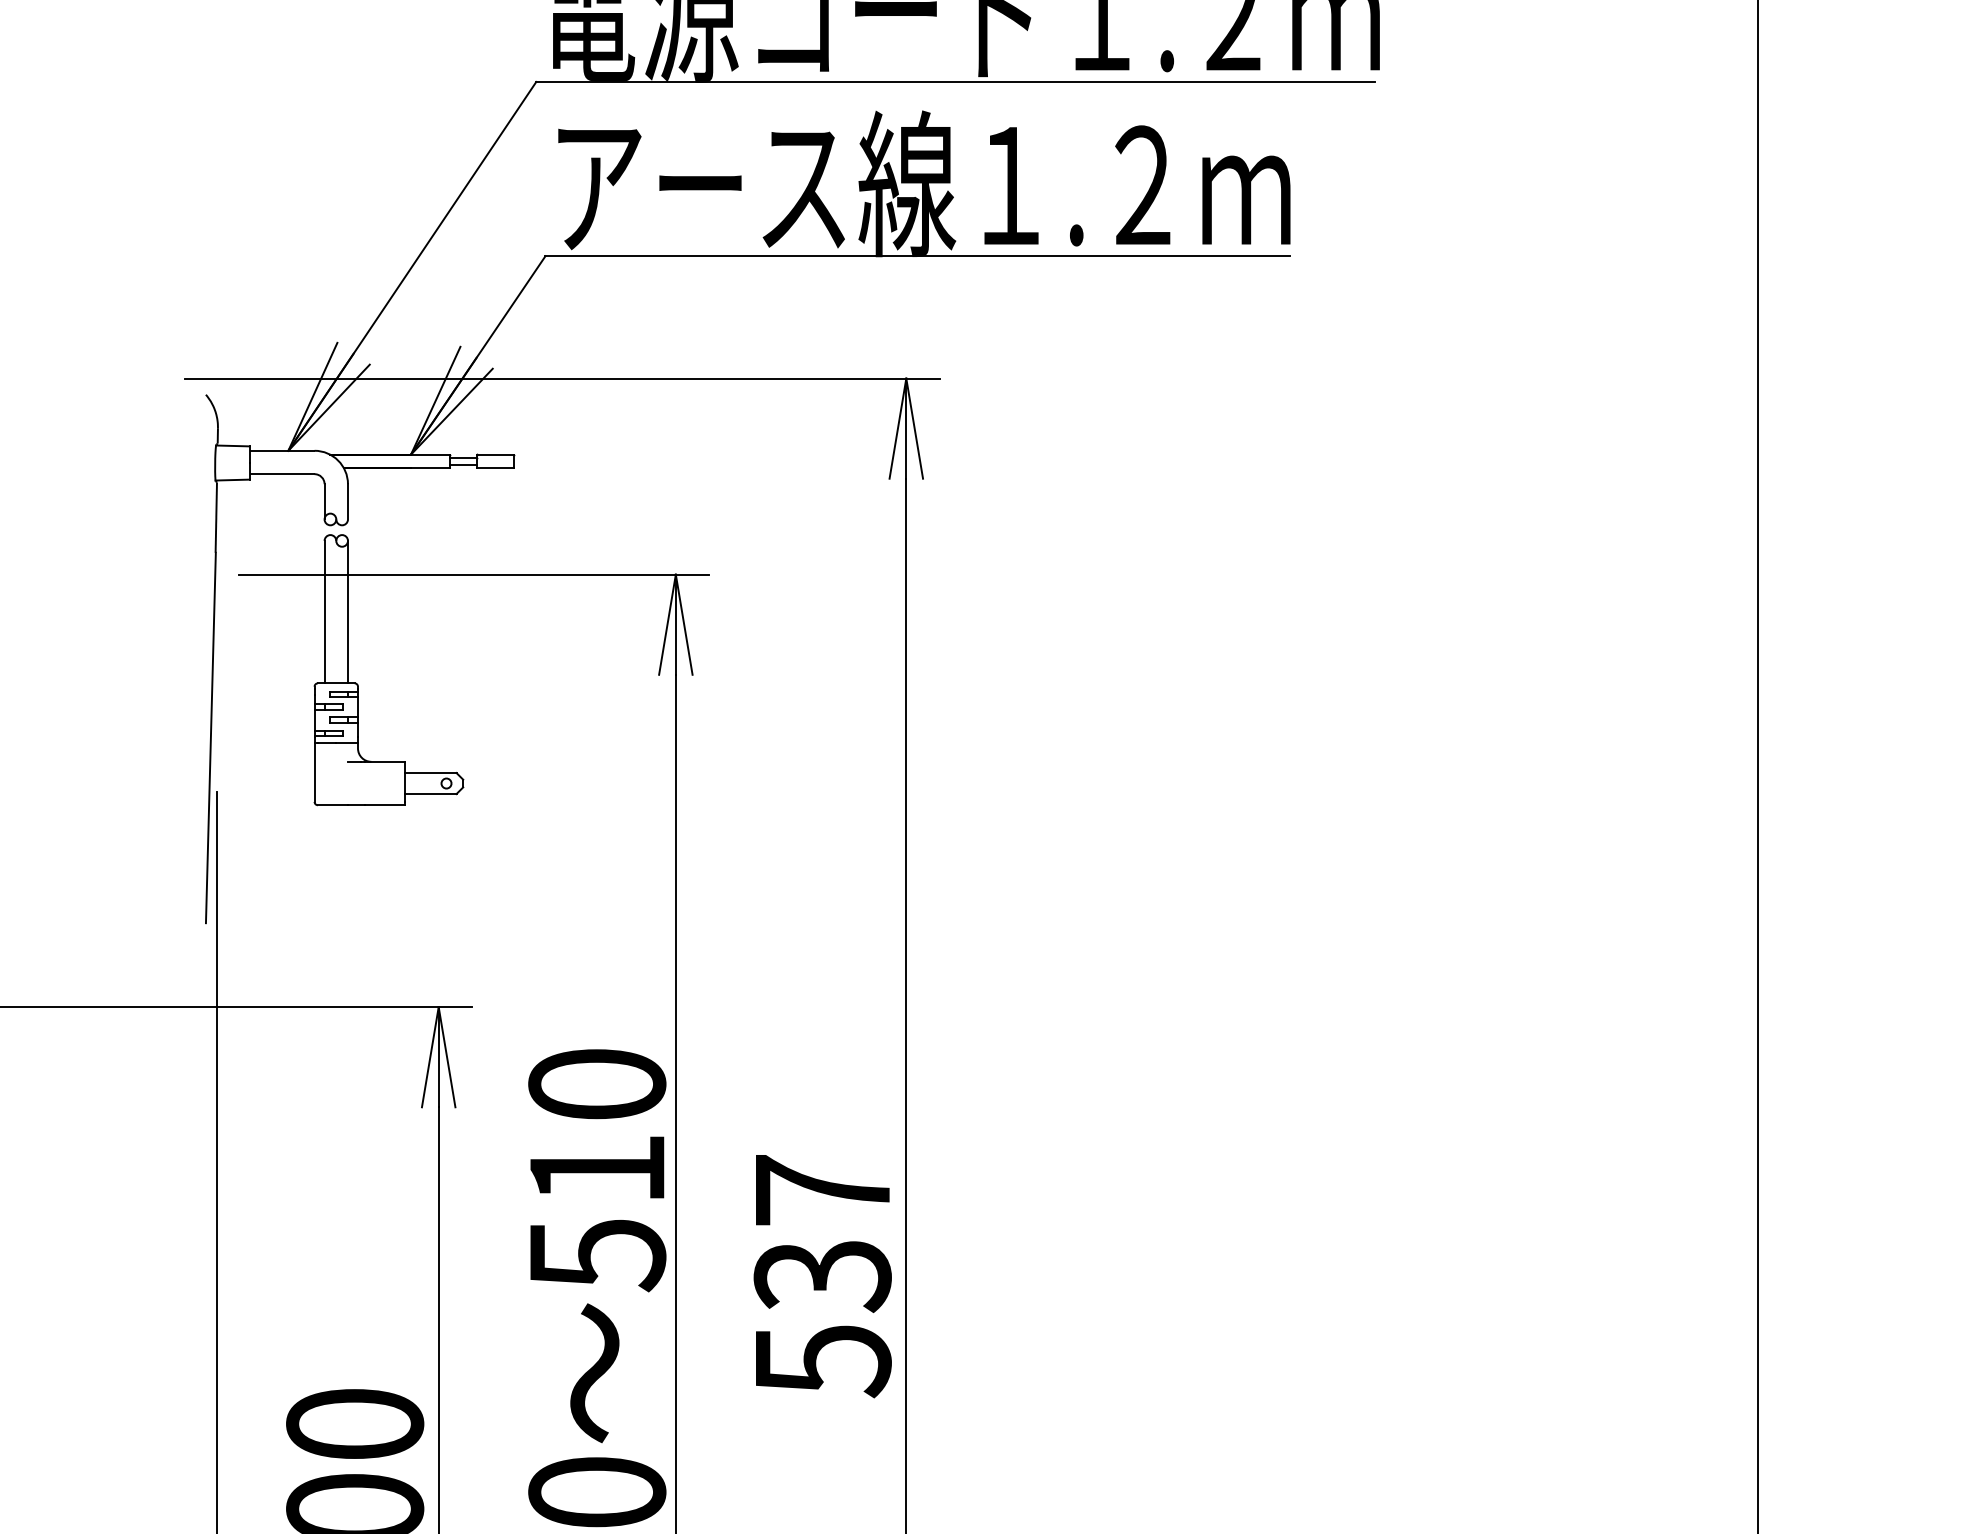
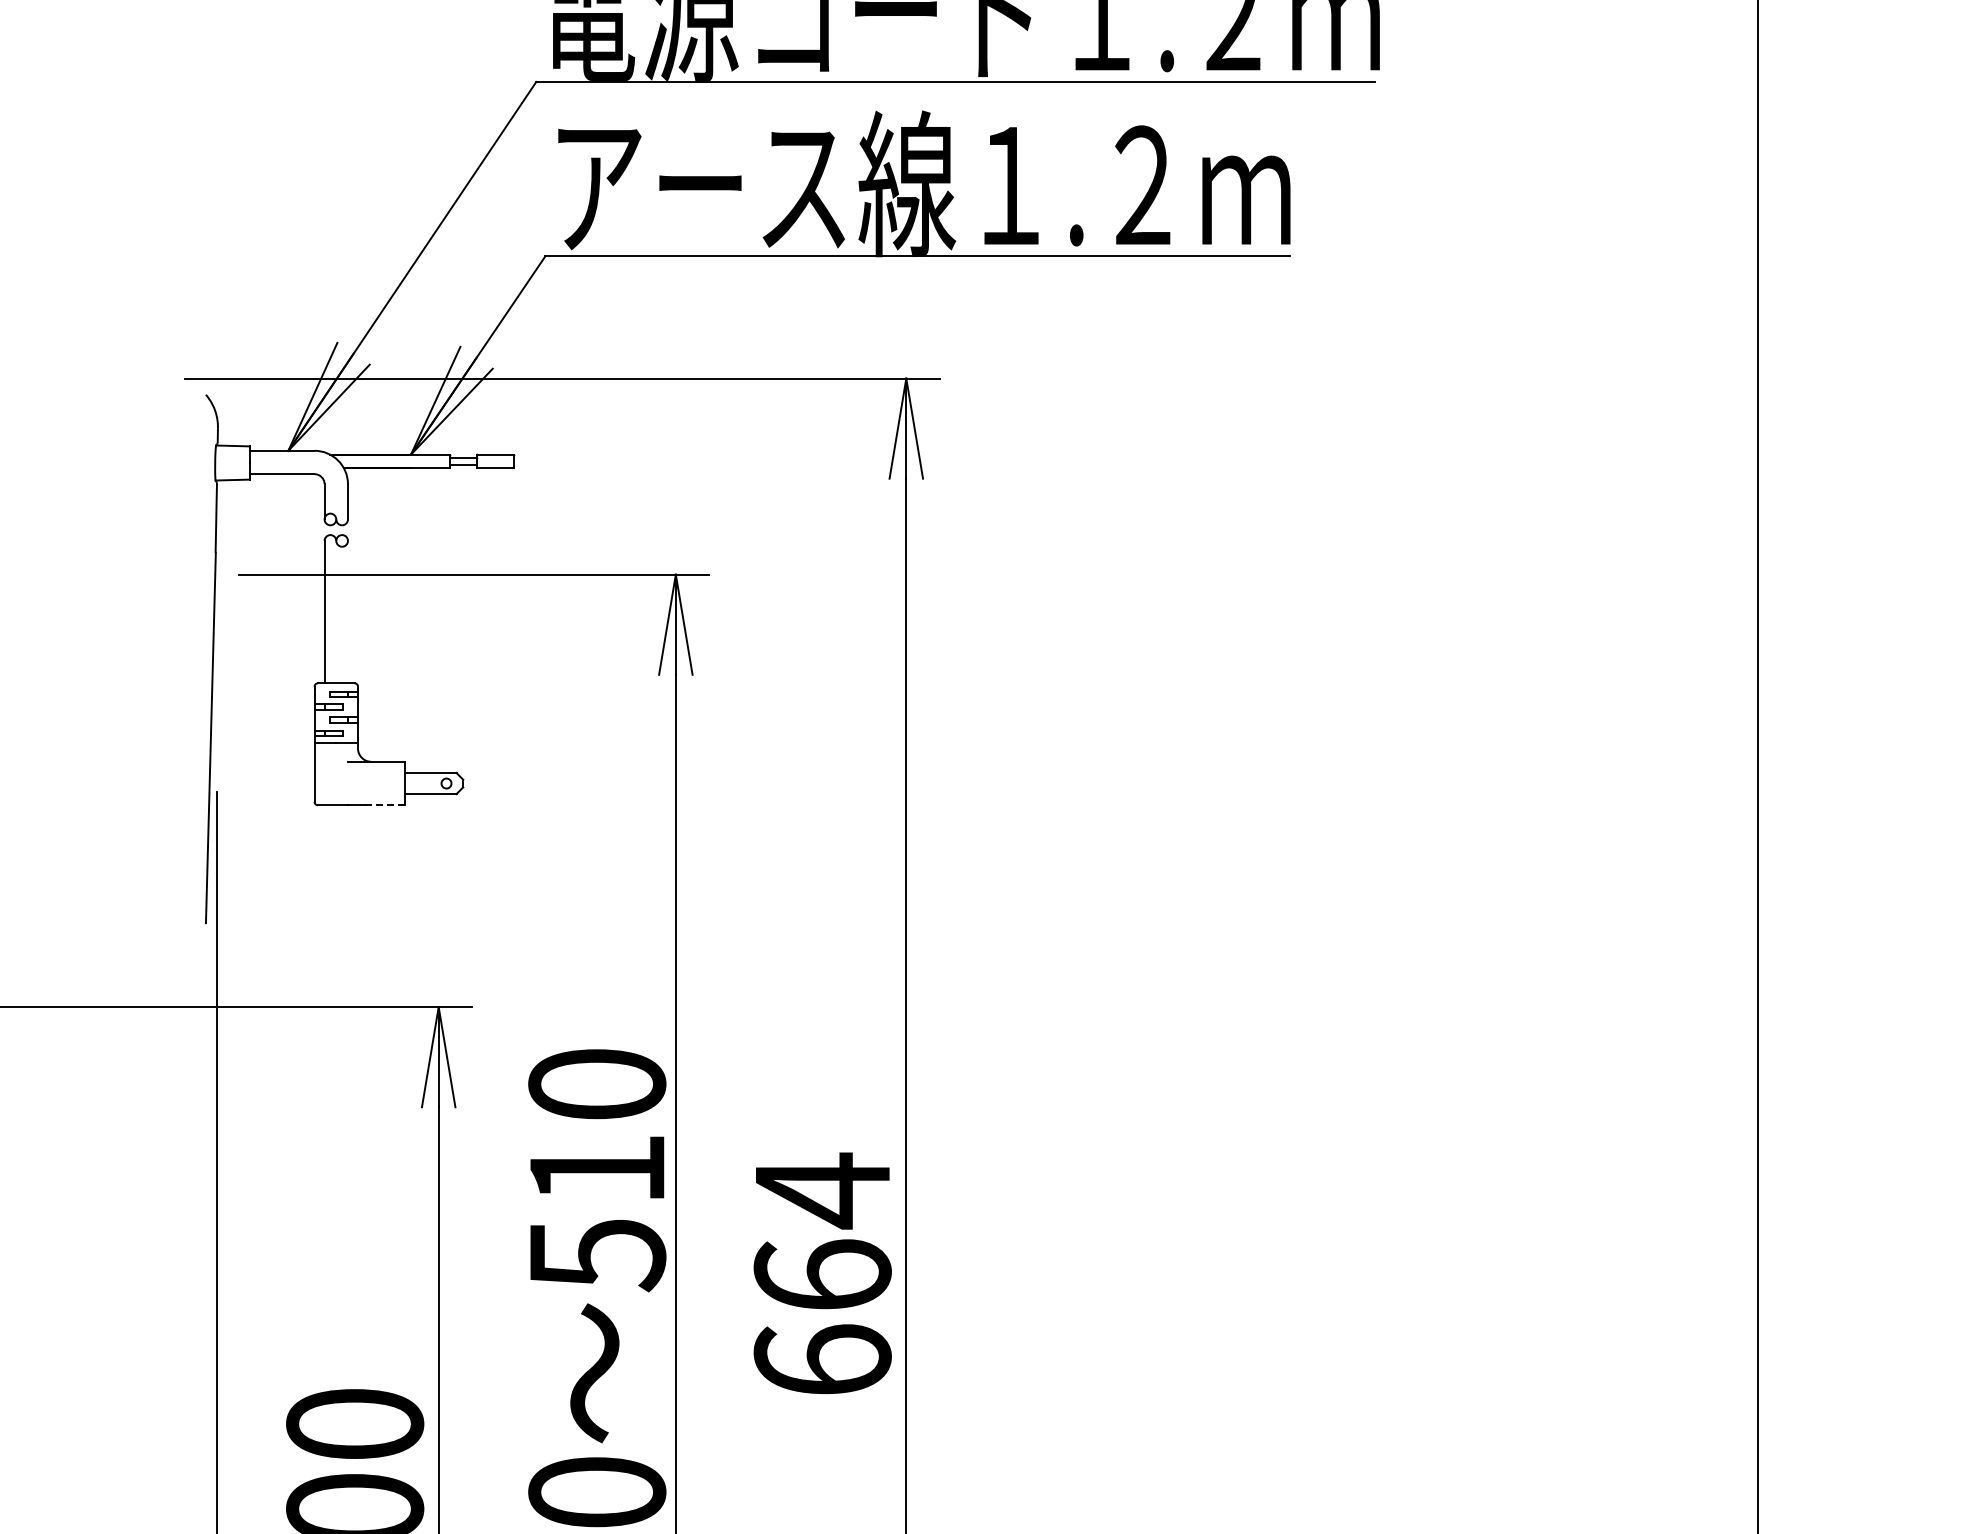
line at (347, 611): present -> none
line at (384, 805): solid -> dashed
text at (822, 1275): 537 -> 664
